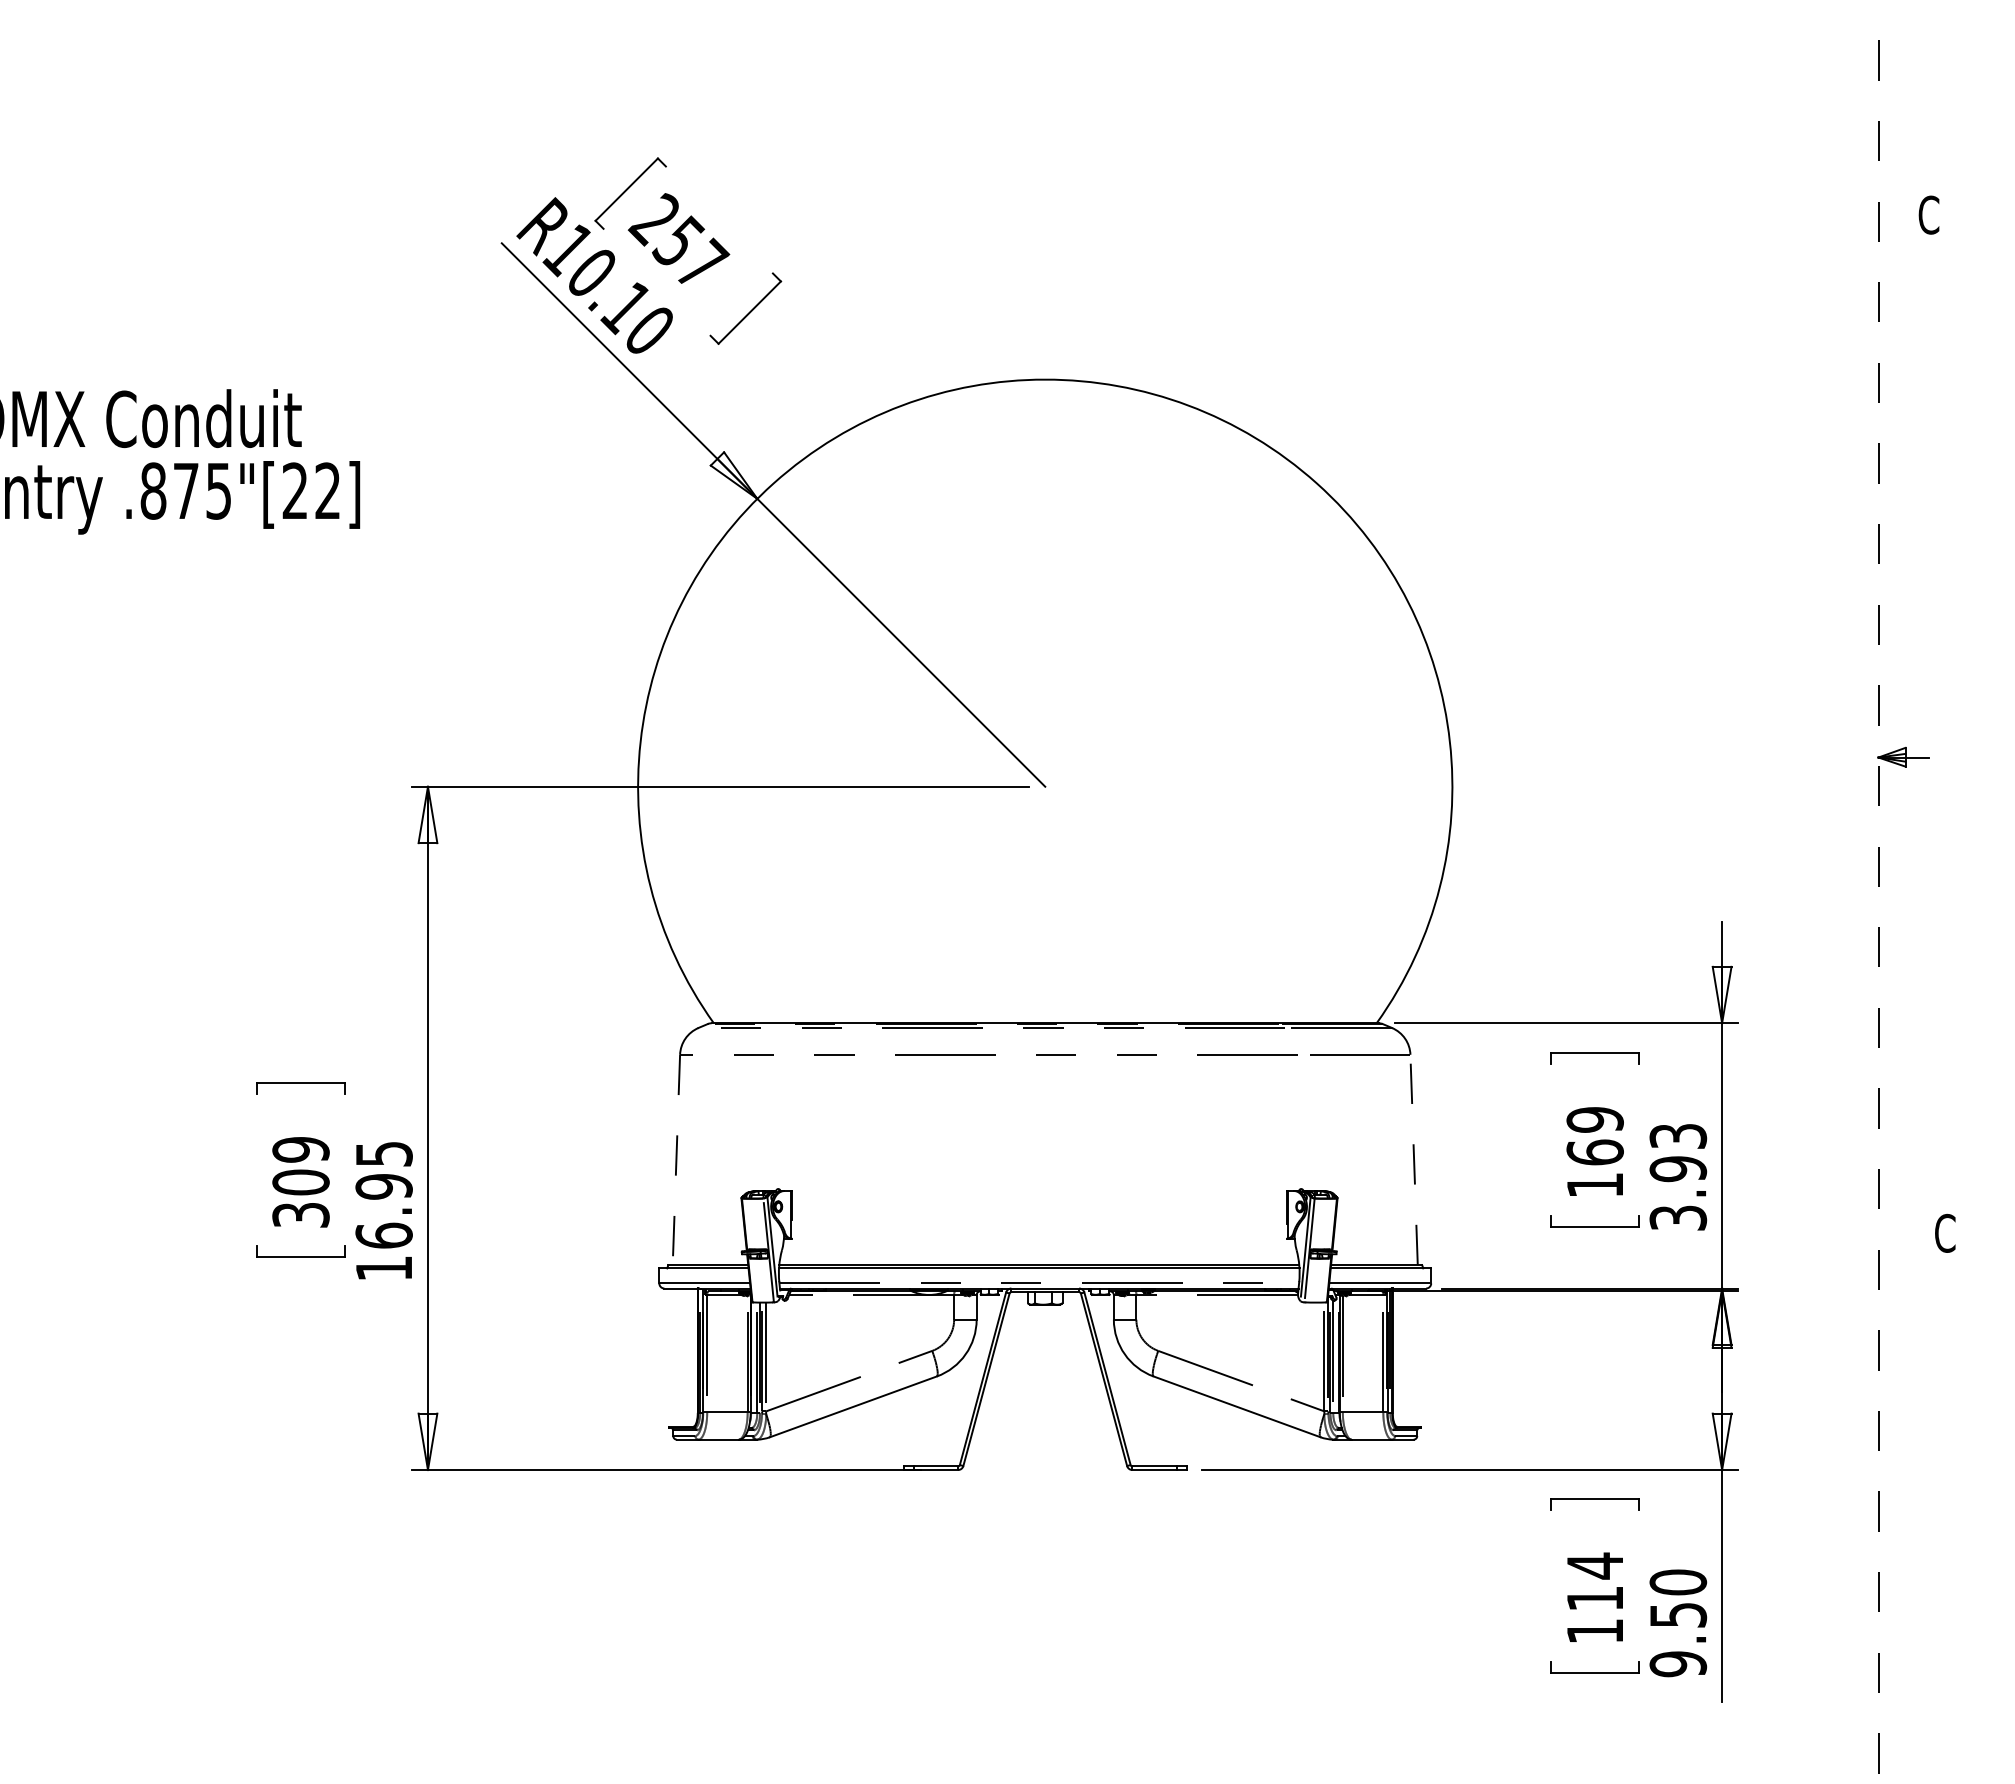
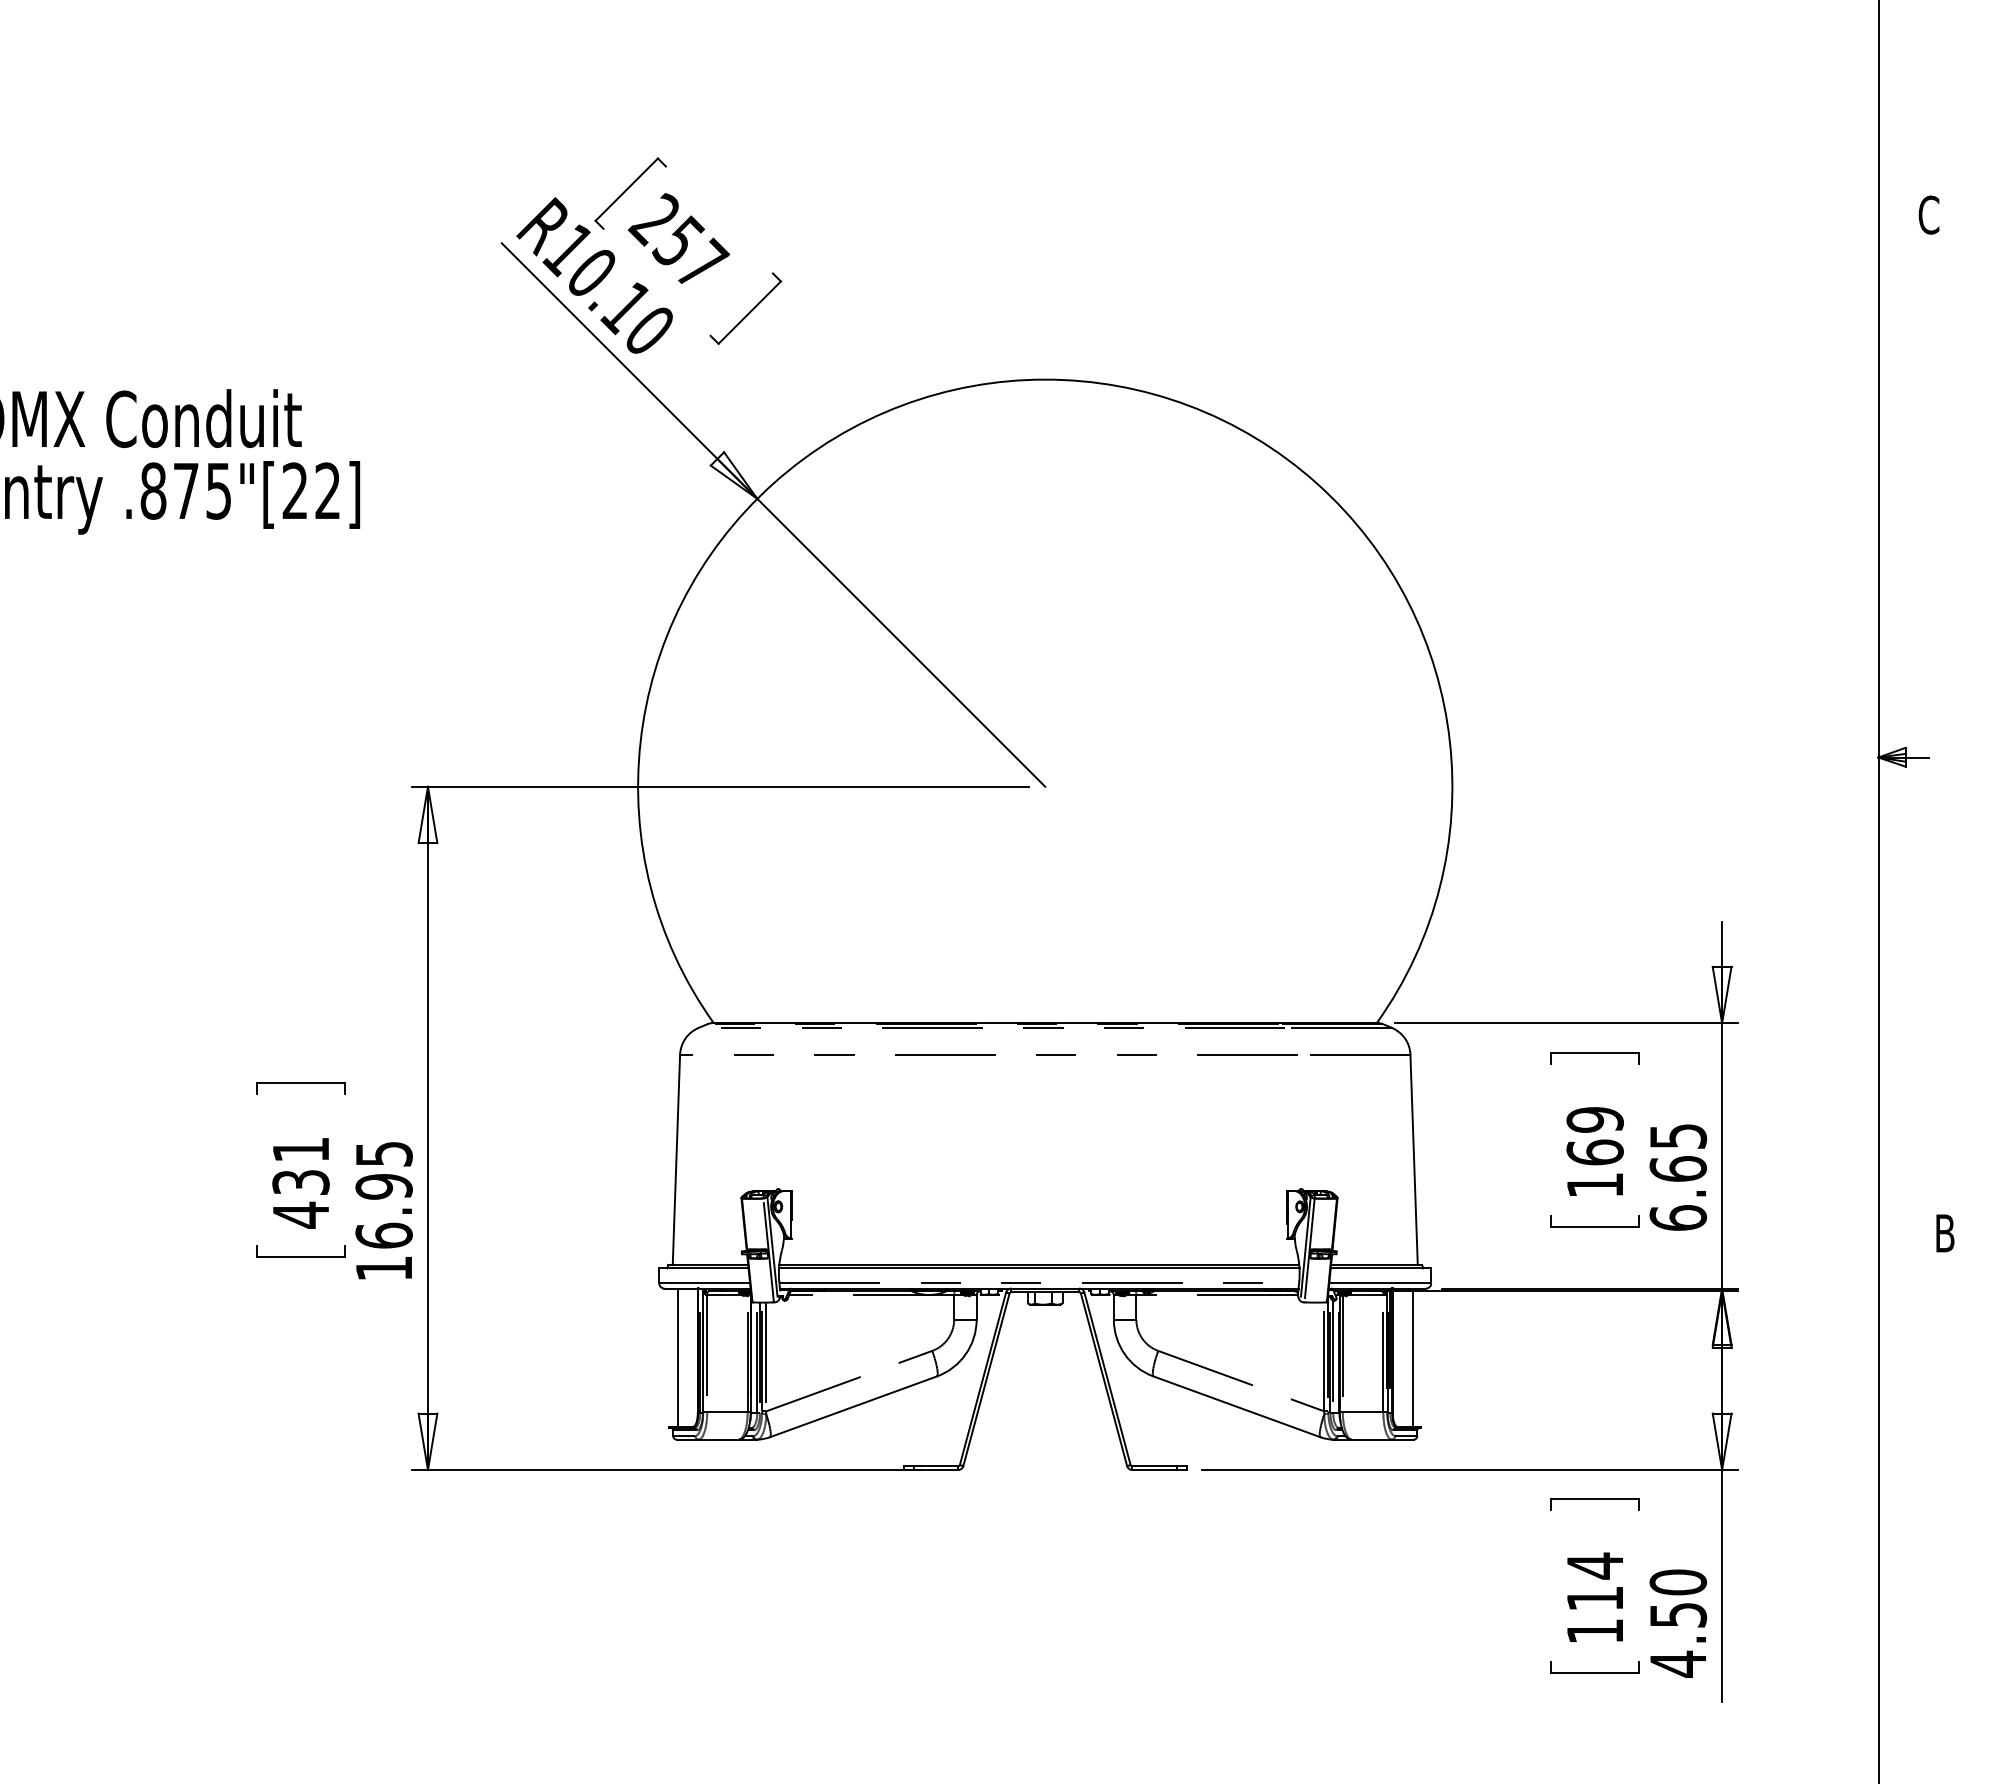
line at (1878, 891): dashed -> solid
line at (1414, 1159): dashed -> solid
line at (676, 1160): dashed -> solid
text at (1678, 1177): 3.93 -> 6.65
text at (300, 1182): 309 -> 431
text at (1945, 1232): C -> B
line at (677, 1357): none -> present
line at (1412, 1357): none -> present
text at (1678, 1663): 9.50 -> 4.50
